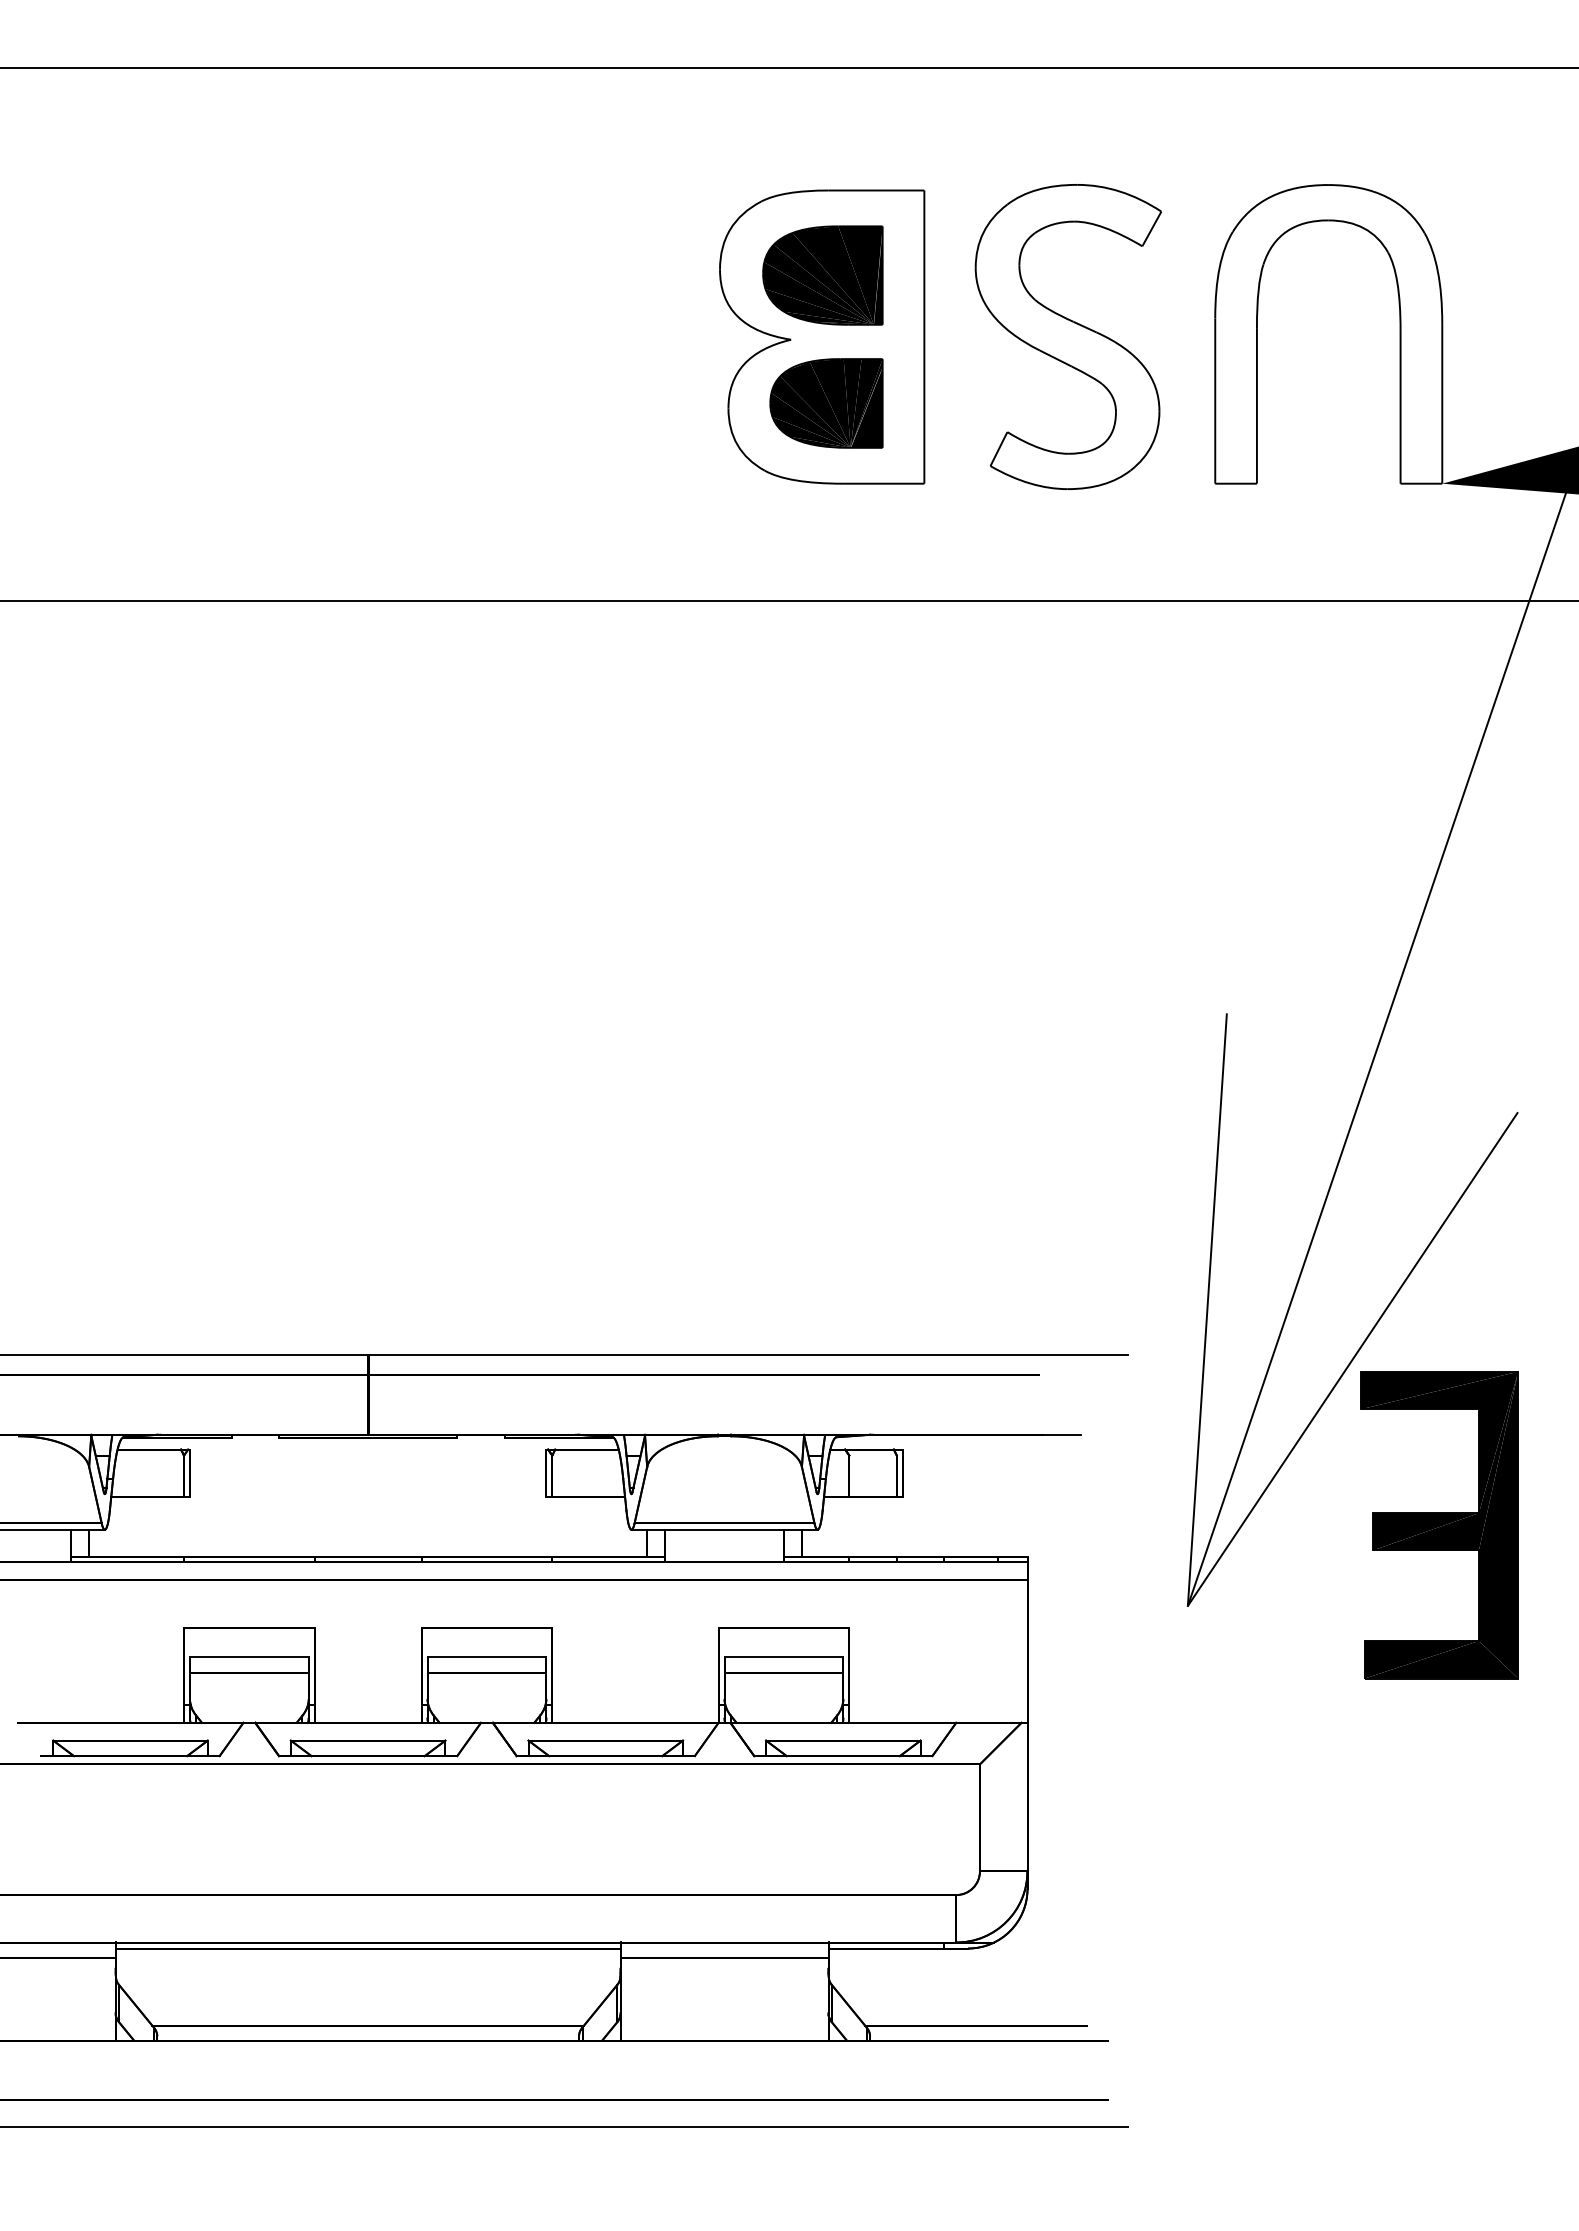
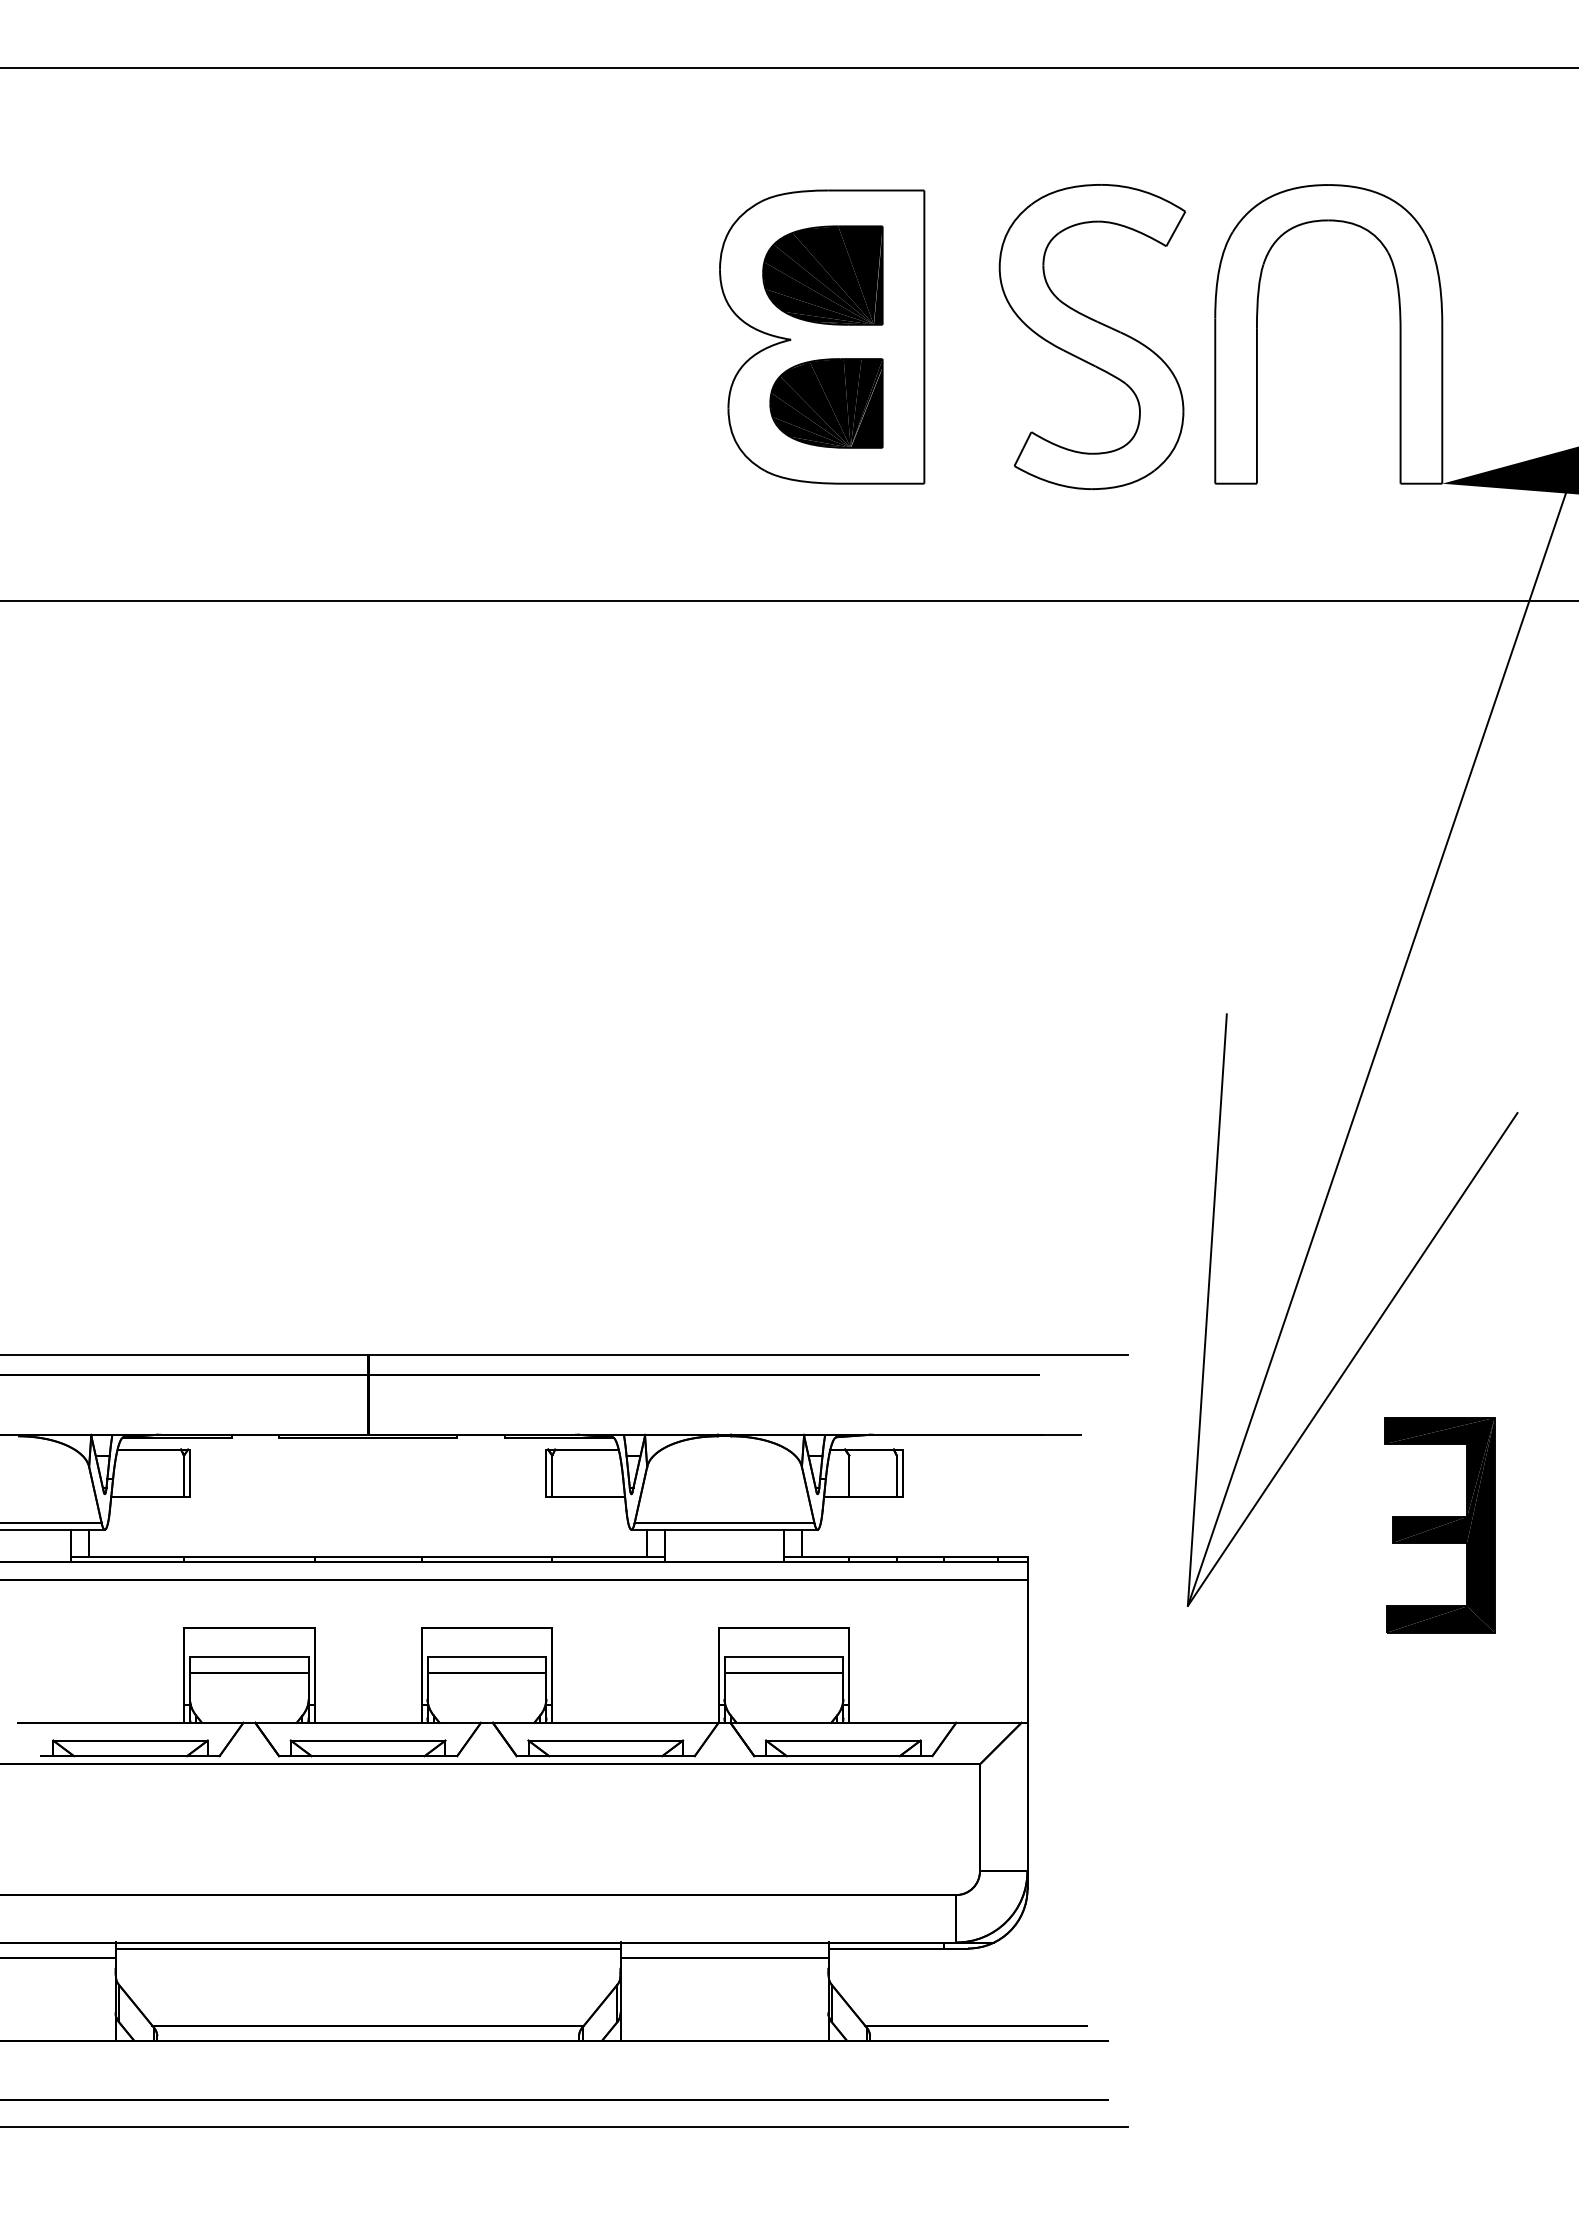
part at (1067, 336) position: (1067, 336) -> (1091, 336)
part at (1439, 1525) size: 159x309 px -> 112x217 px
